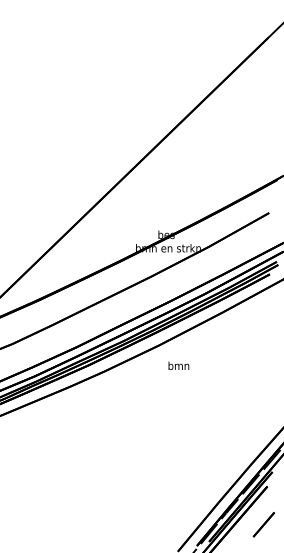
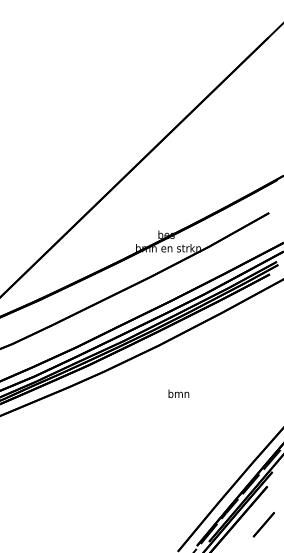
text at (178, 365) position: (178, 365) -> (178, 393)
